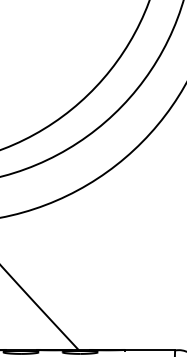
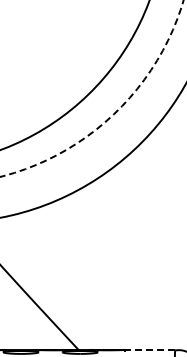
arc at (115, 113): solid -> dashed
line at (149, 349): solid -> dashed
